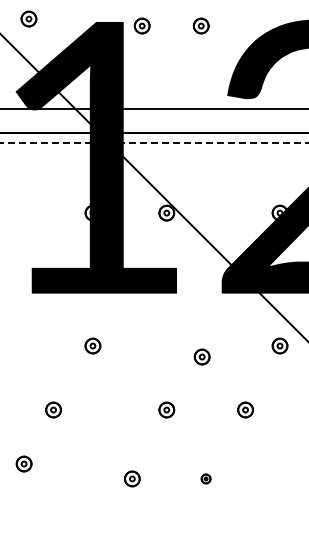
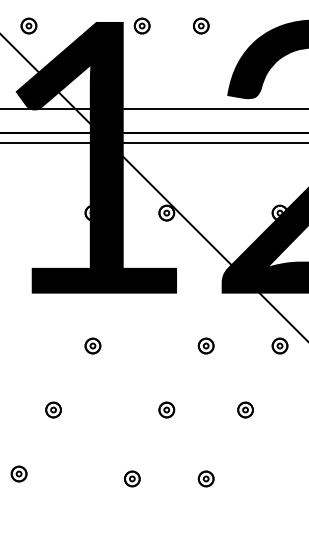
part at (28, 18) position: (28, 18) -> (28, 25)
line at (154, 143): dashed -> solid
part at (201, 356) position: (201, 356) -> (205, 345)
part at (23, 463) position: (23, 463) -> (18, 473)
part at (205, 478) size: 12x12 px -> 18x18 px
